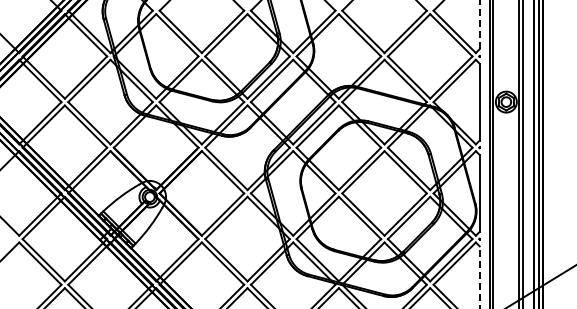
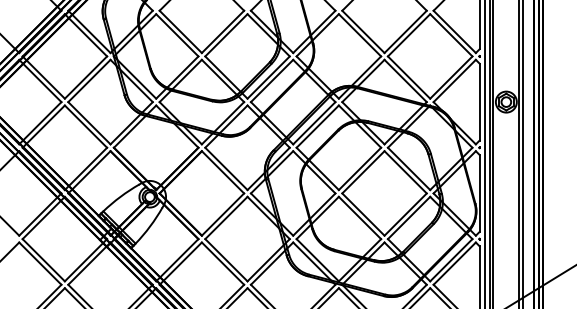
line at (479, 24): dashed -> solid
line at (484, 153): none -> present
line at (479, 277): dashed -> solid
